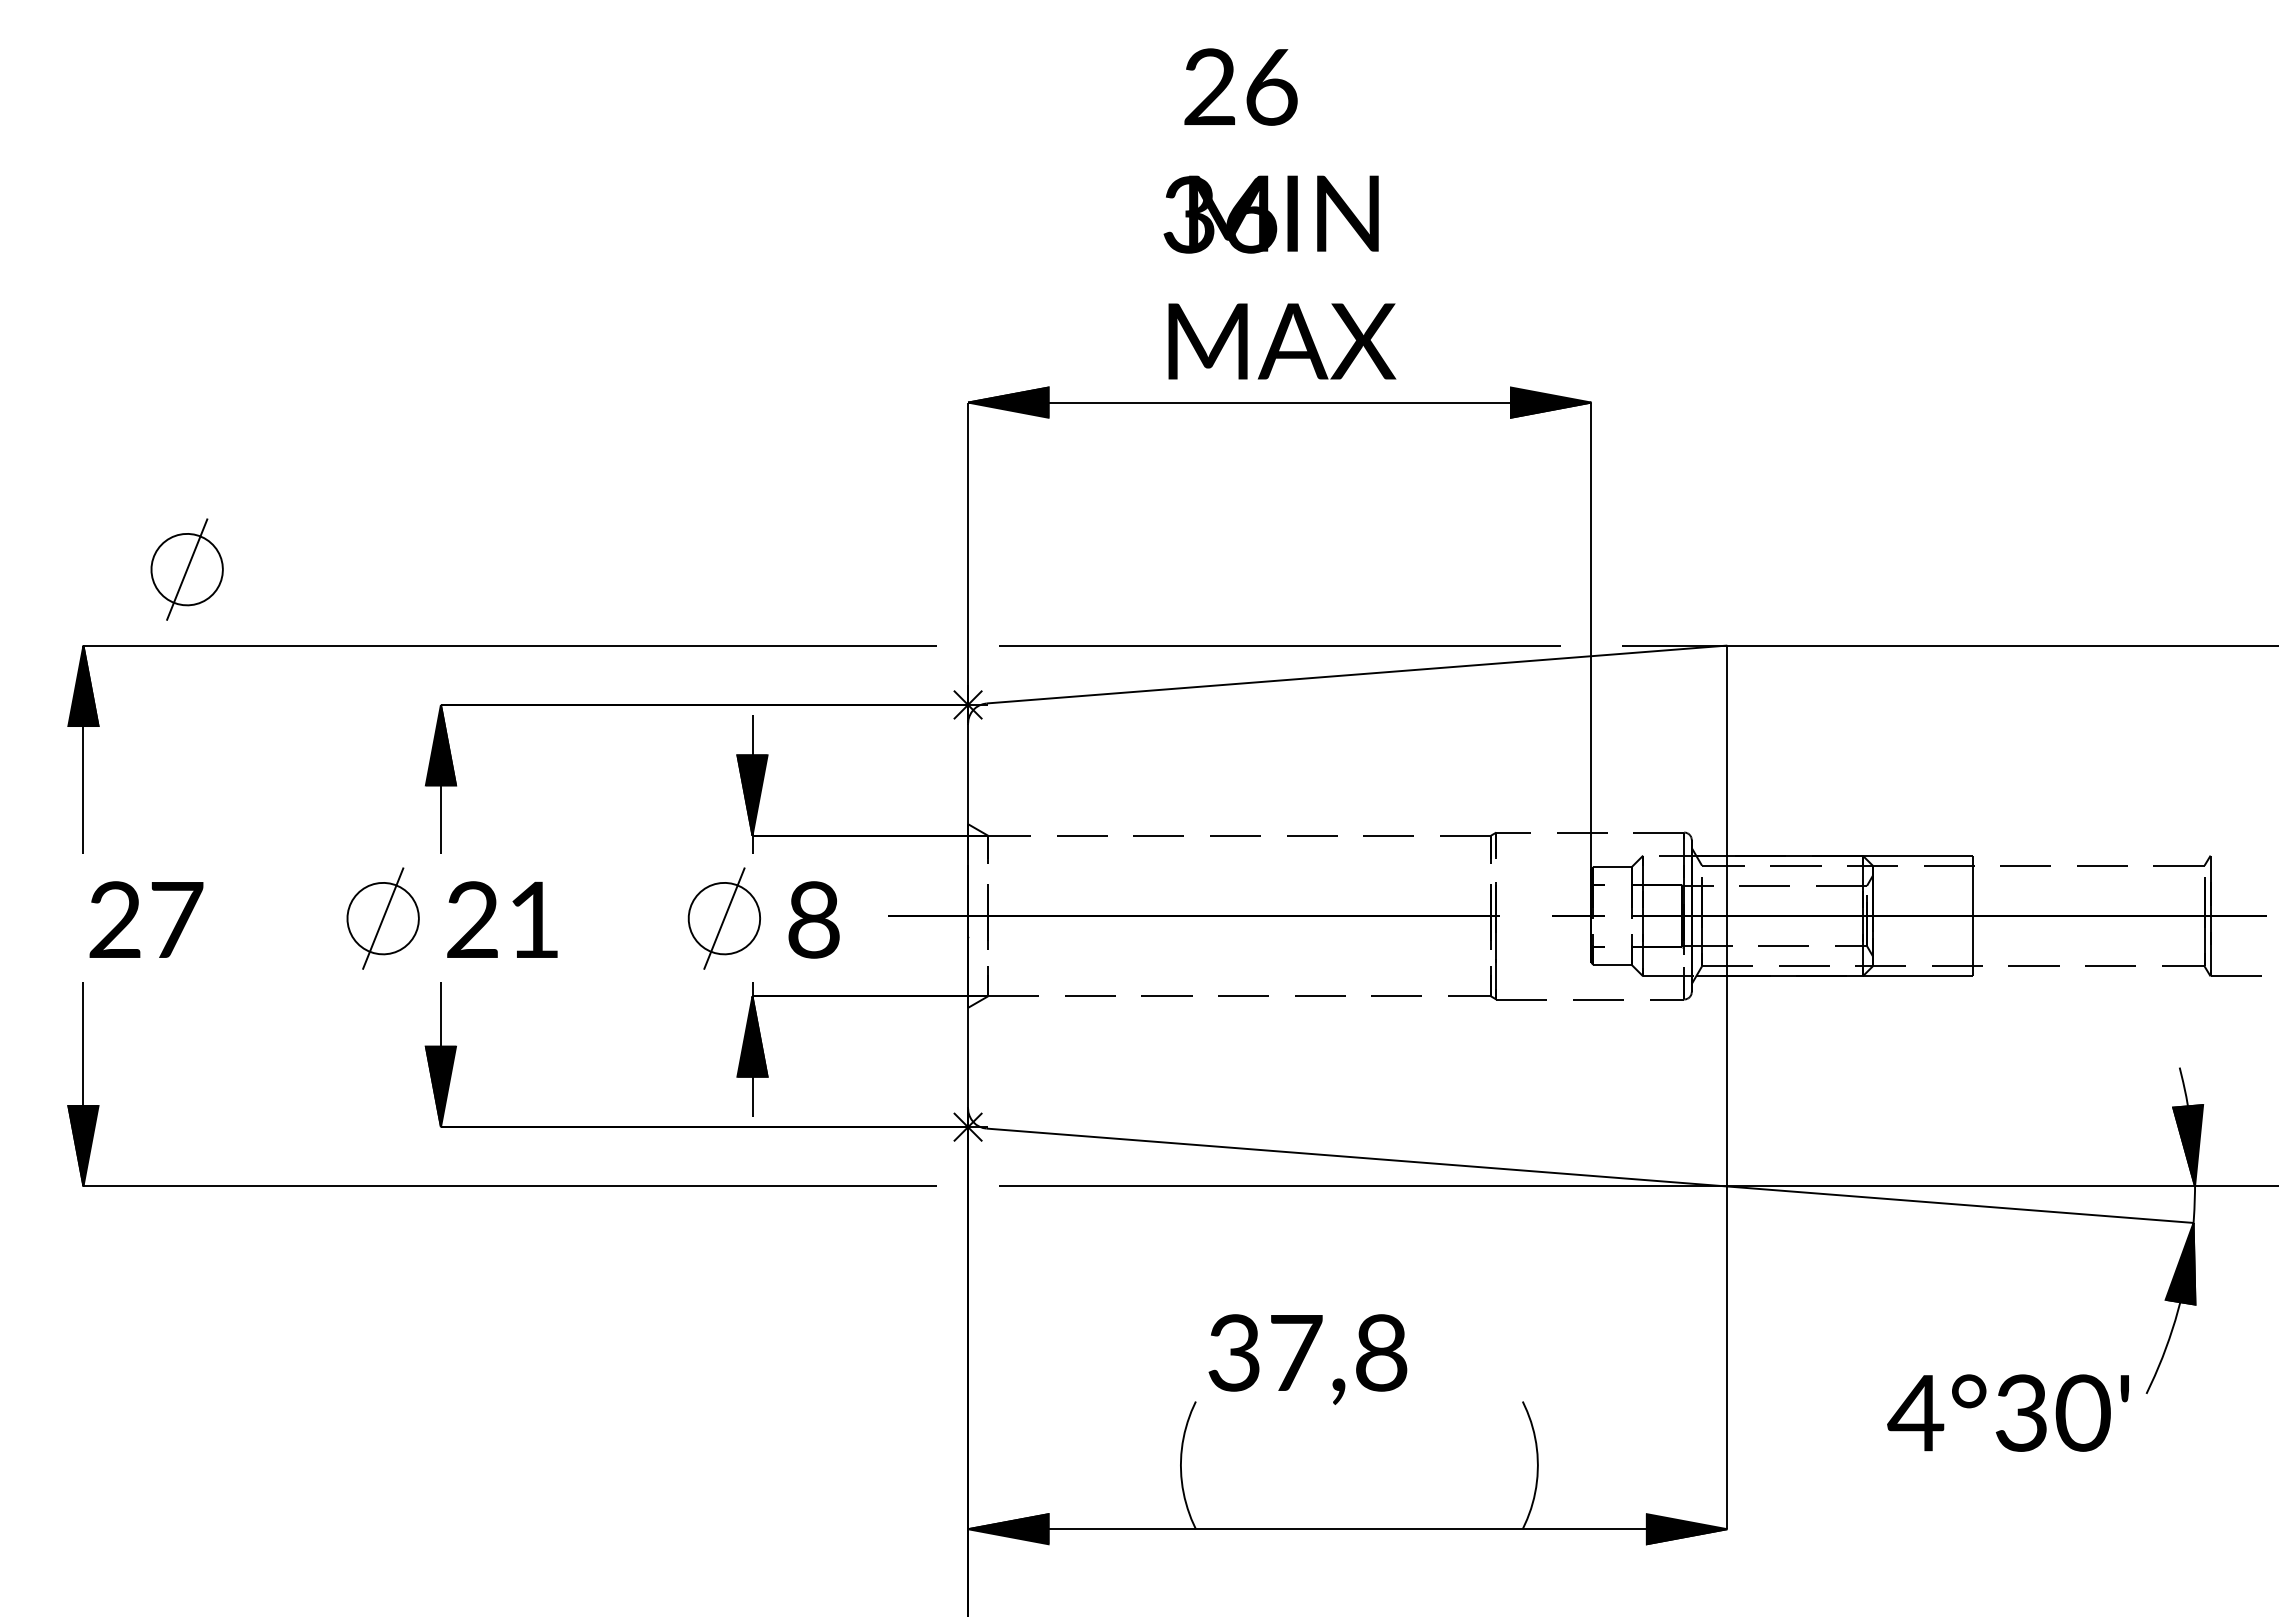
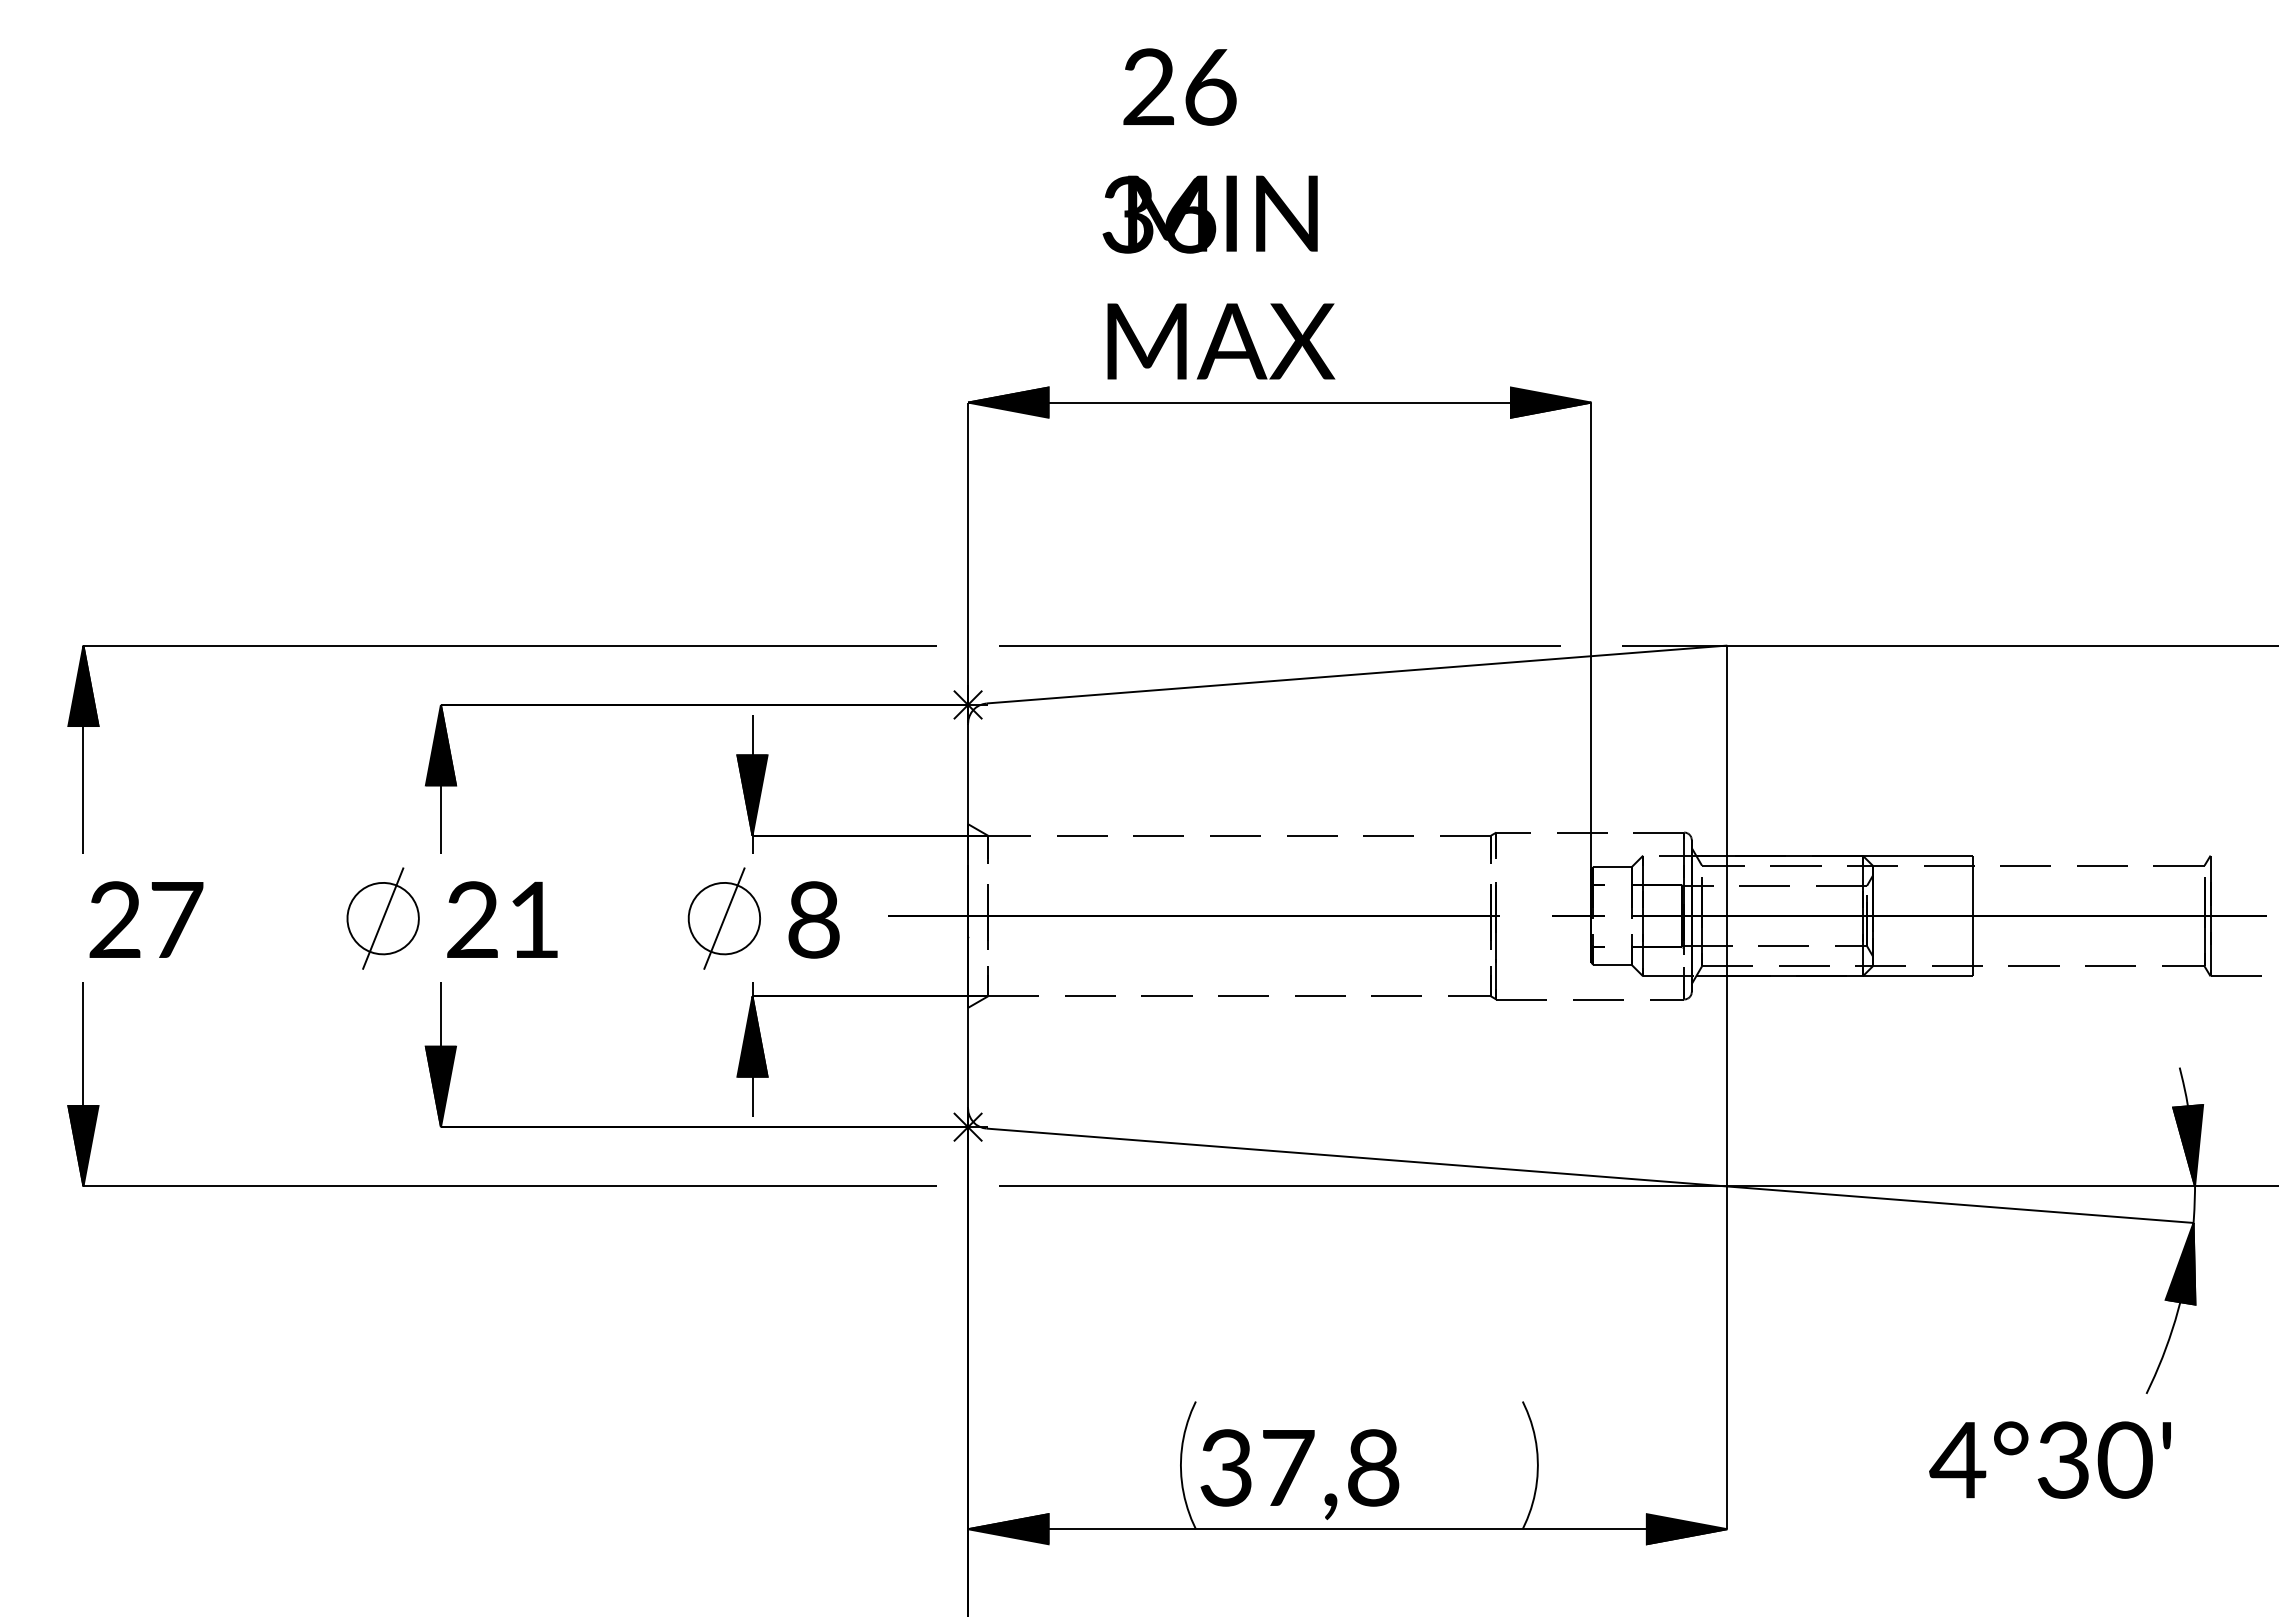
text at (1279, 213) position: (1279, 213) -> (1218, 213)
part at (186, 569): present -> none
text at (1307, 1359) position: (1307, 1359) -> (1299, 1474)
text at (2007, 1412) position: (2007, 1412) -> (2049, 1459)
